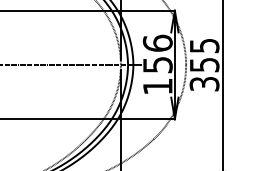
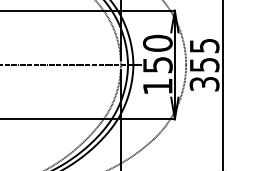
text at (157, 42): 156 -> 150
